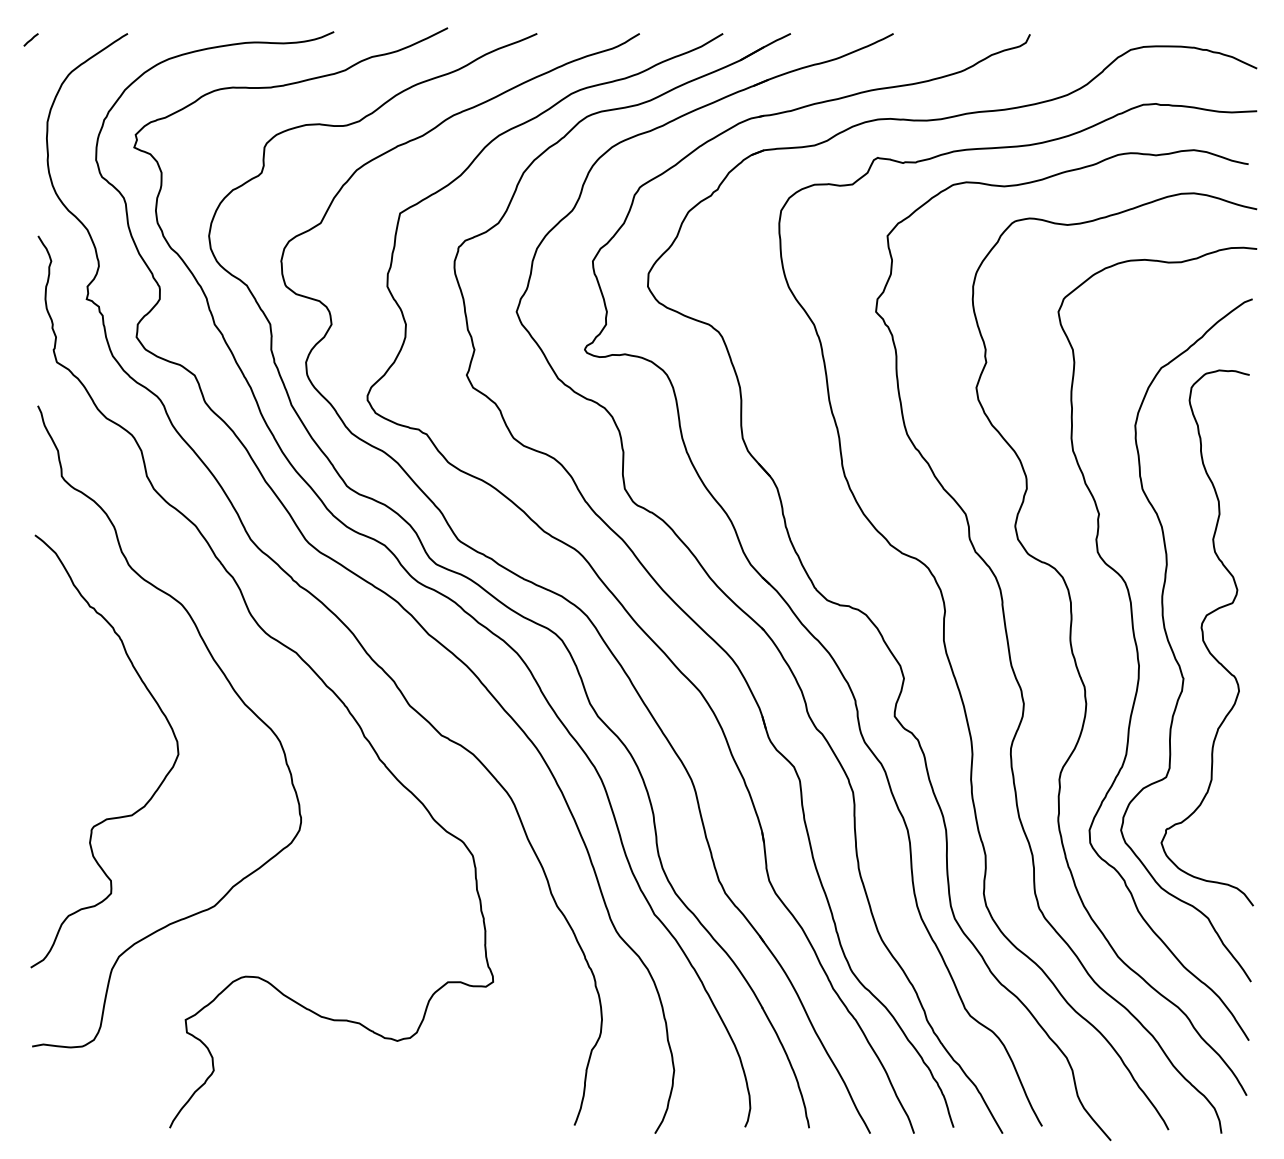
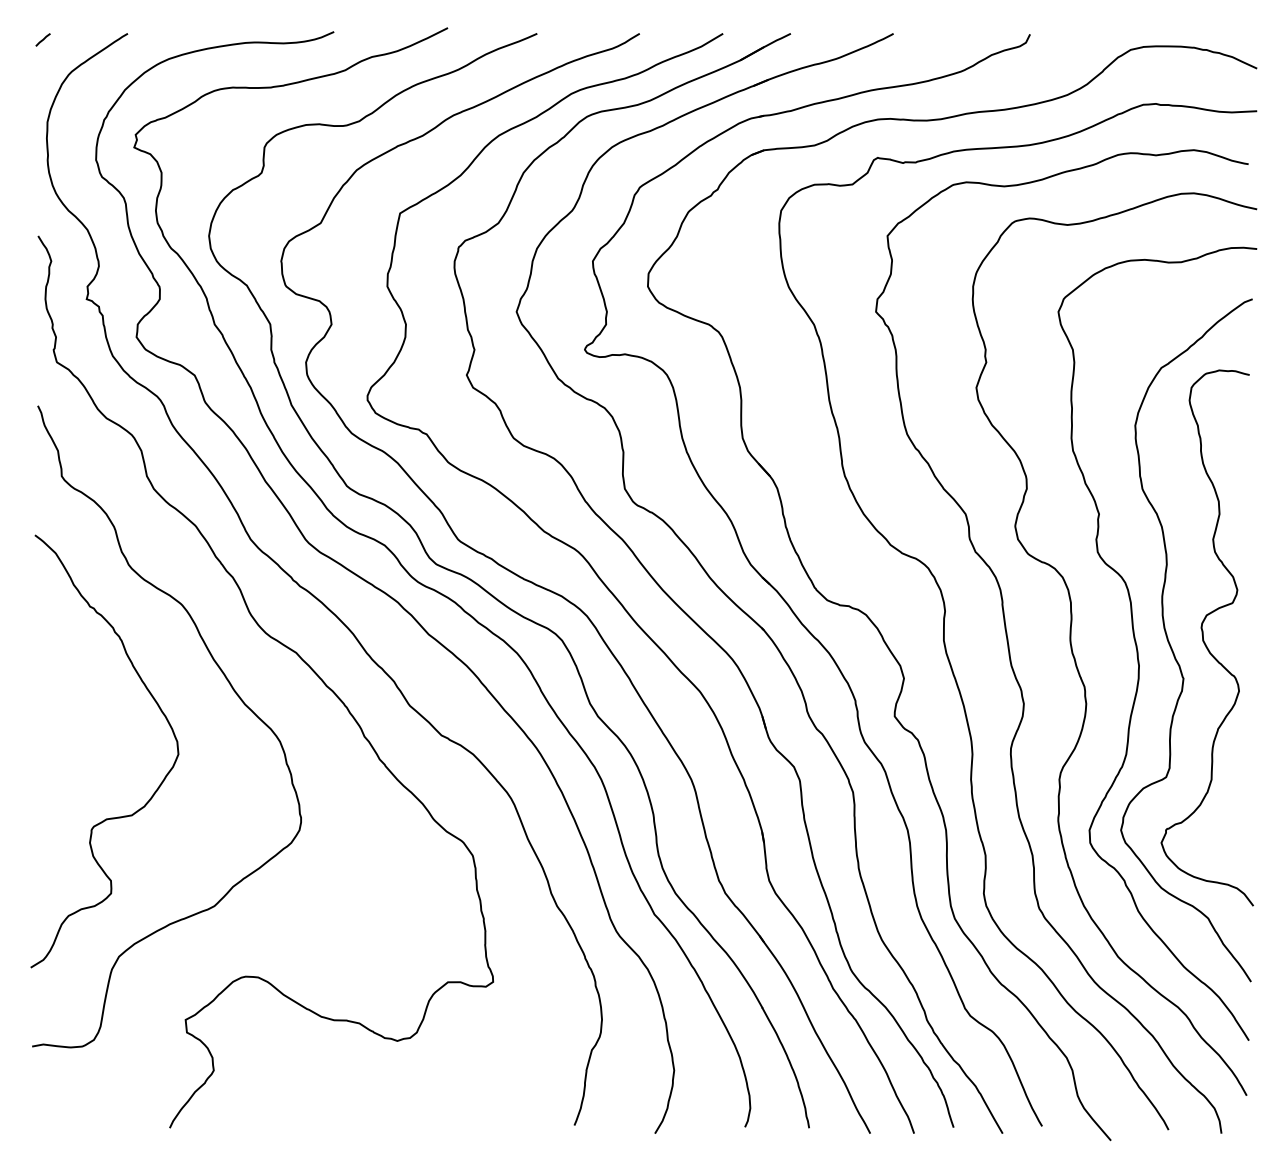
line at (30, 39) position: (30, 39) -> (42, 39)
